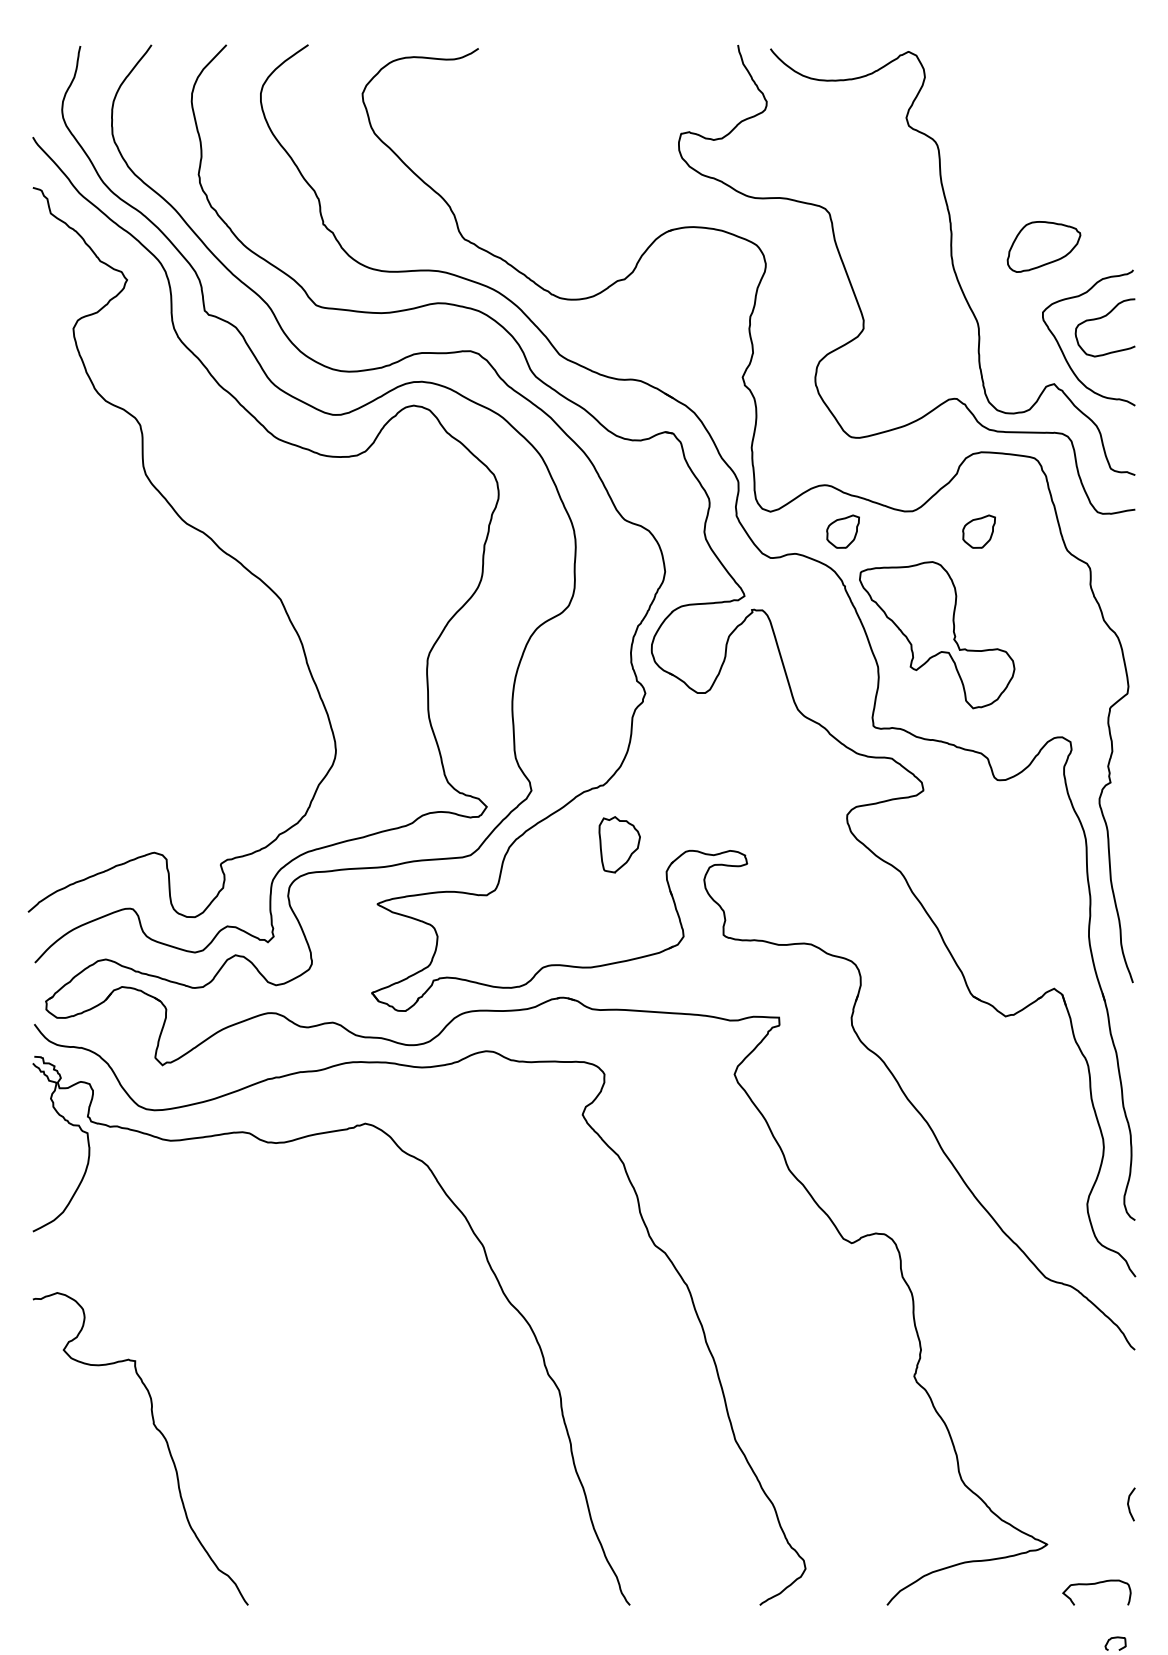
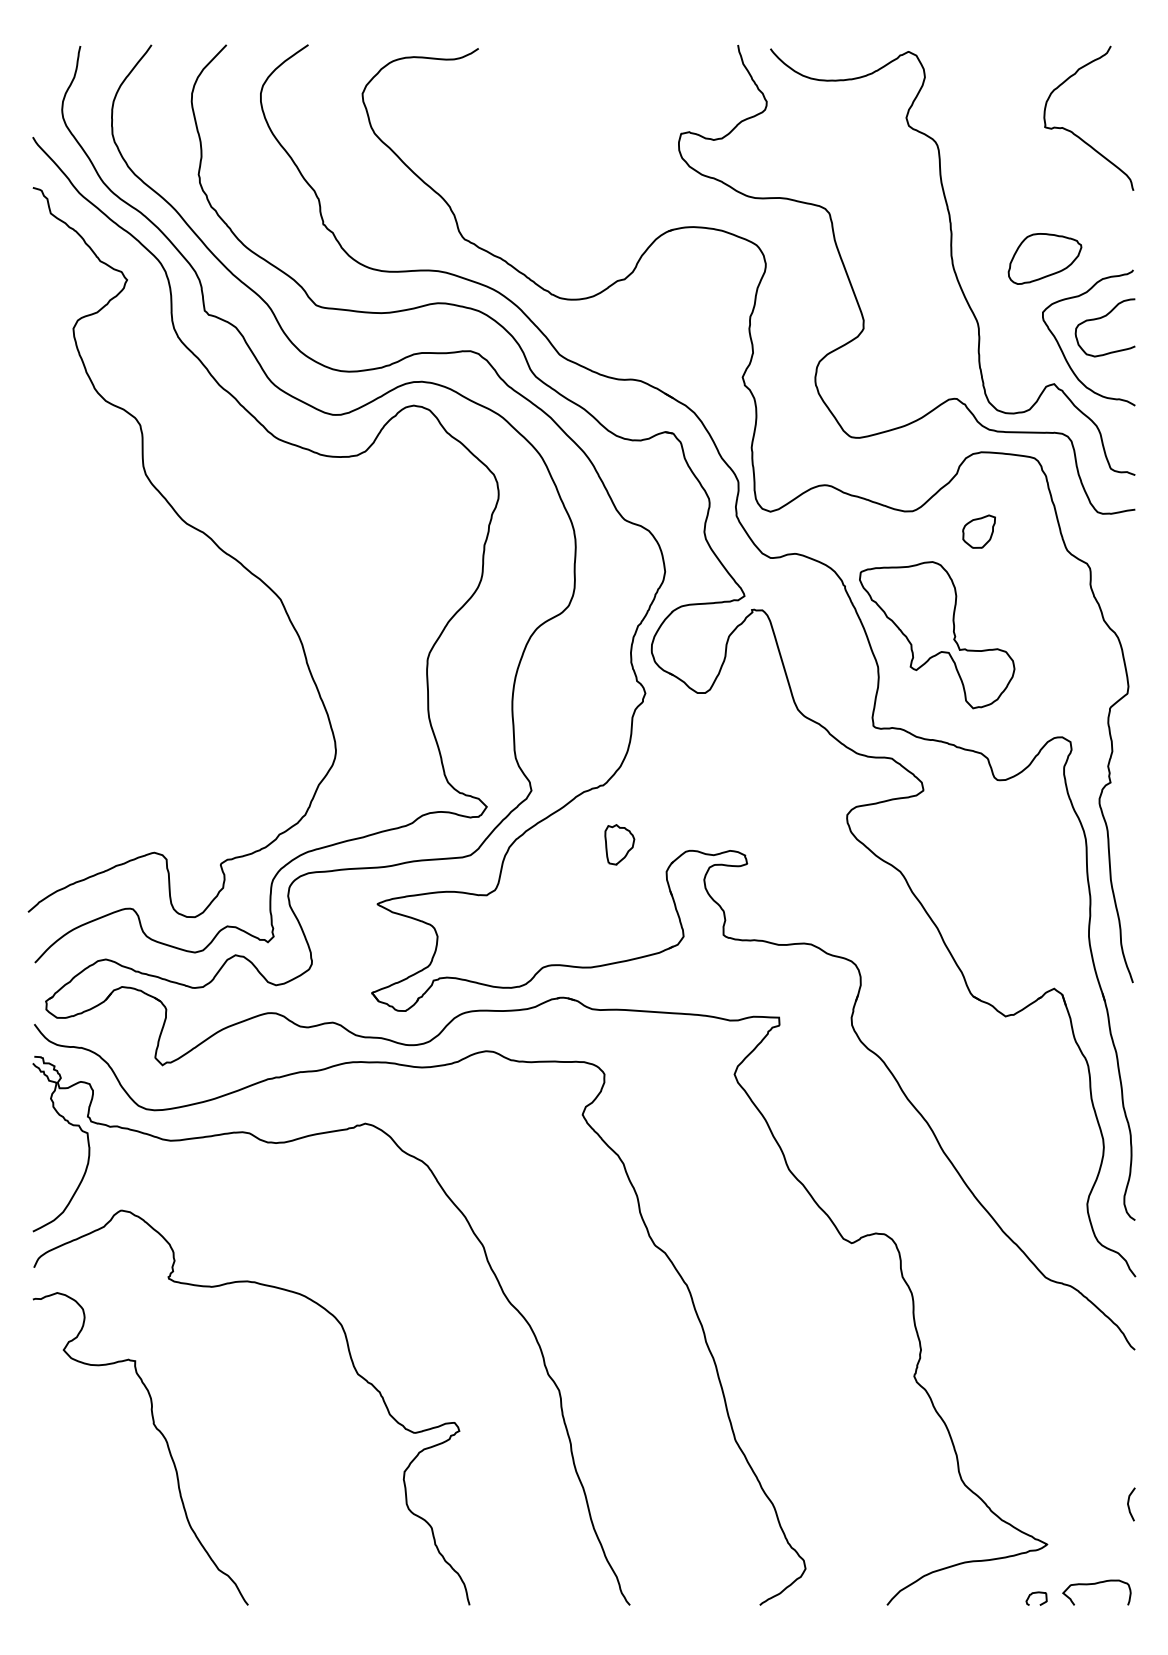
curve at (1076, 134): none -> present
part at (1043, 246) position: (1043, 246) -> (1044, 258)
part at (842, 531): present -> none
part at (619, 844) size: 43x58 px -> 32x42 px
curve at (352, 1365): none -> present
curve at (1115, 1638) position: (1115, 1638) -> (1036, 1593)
